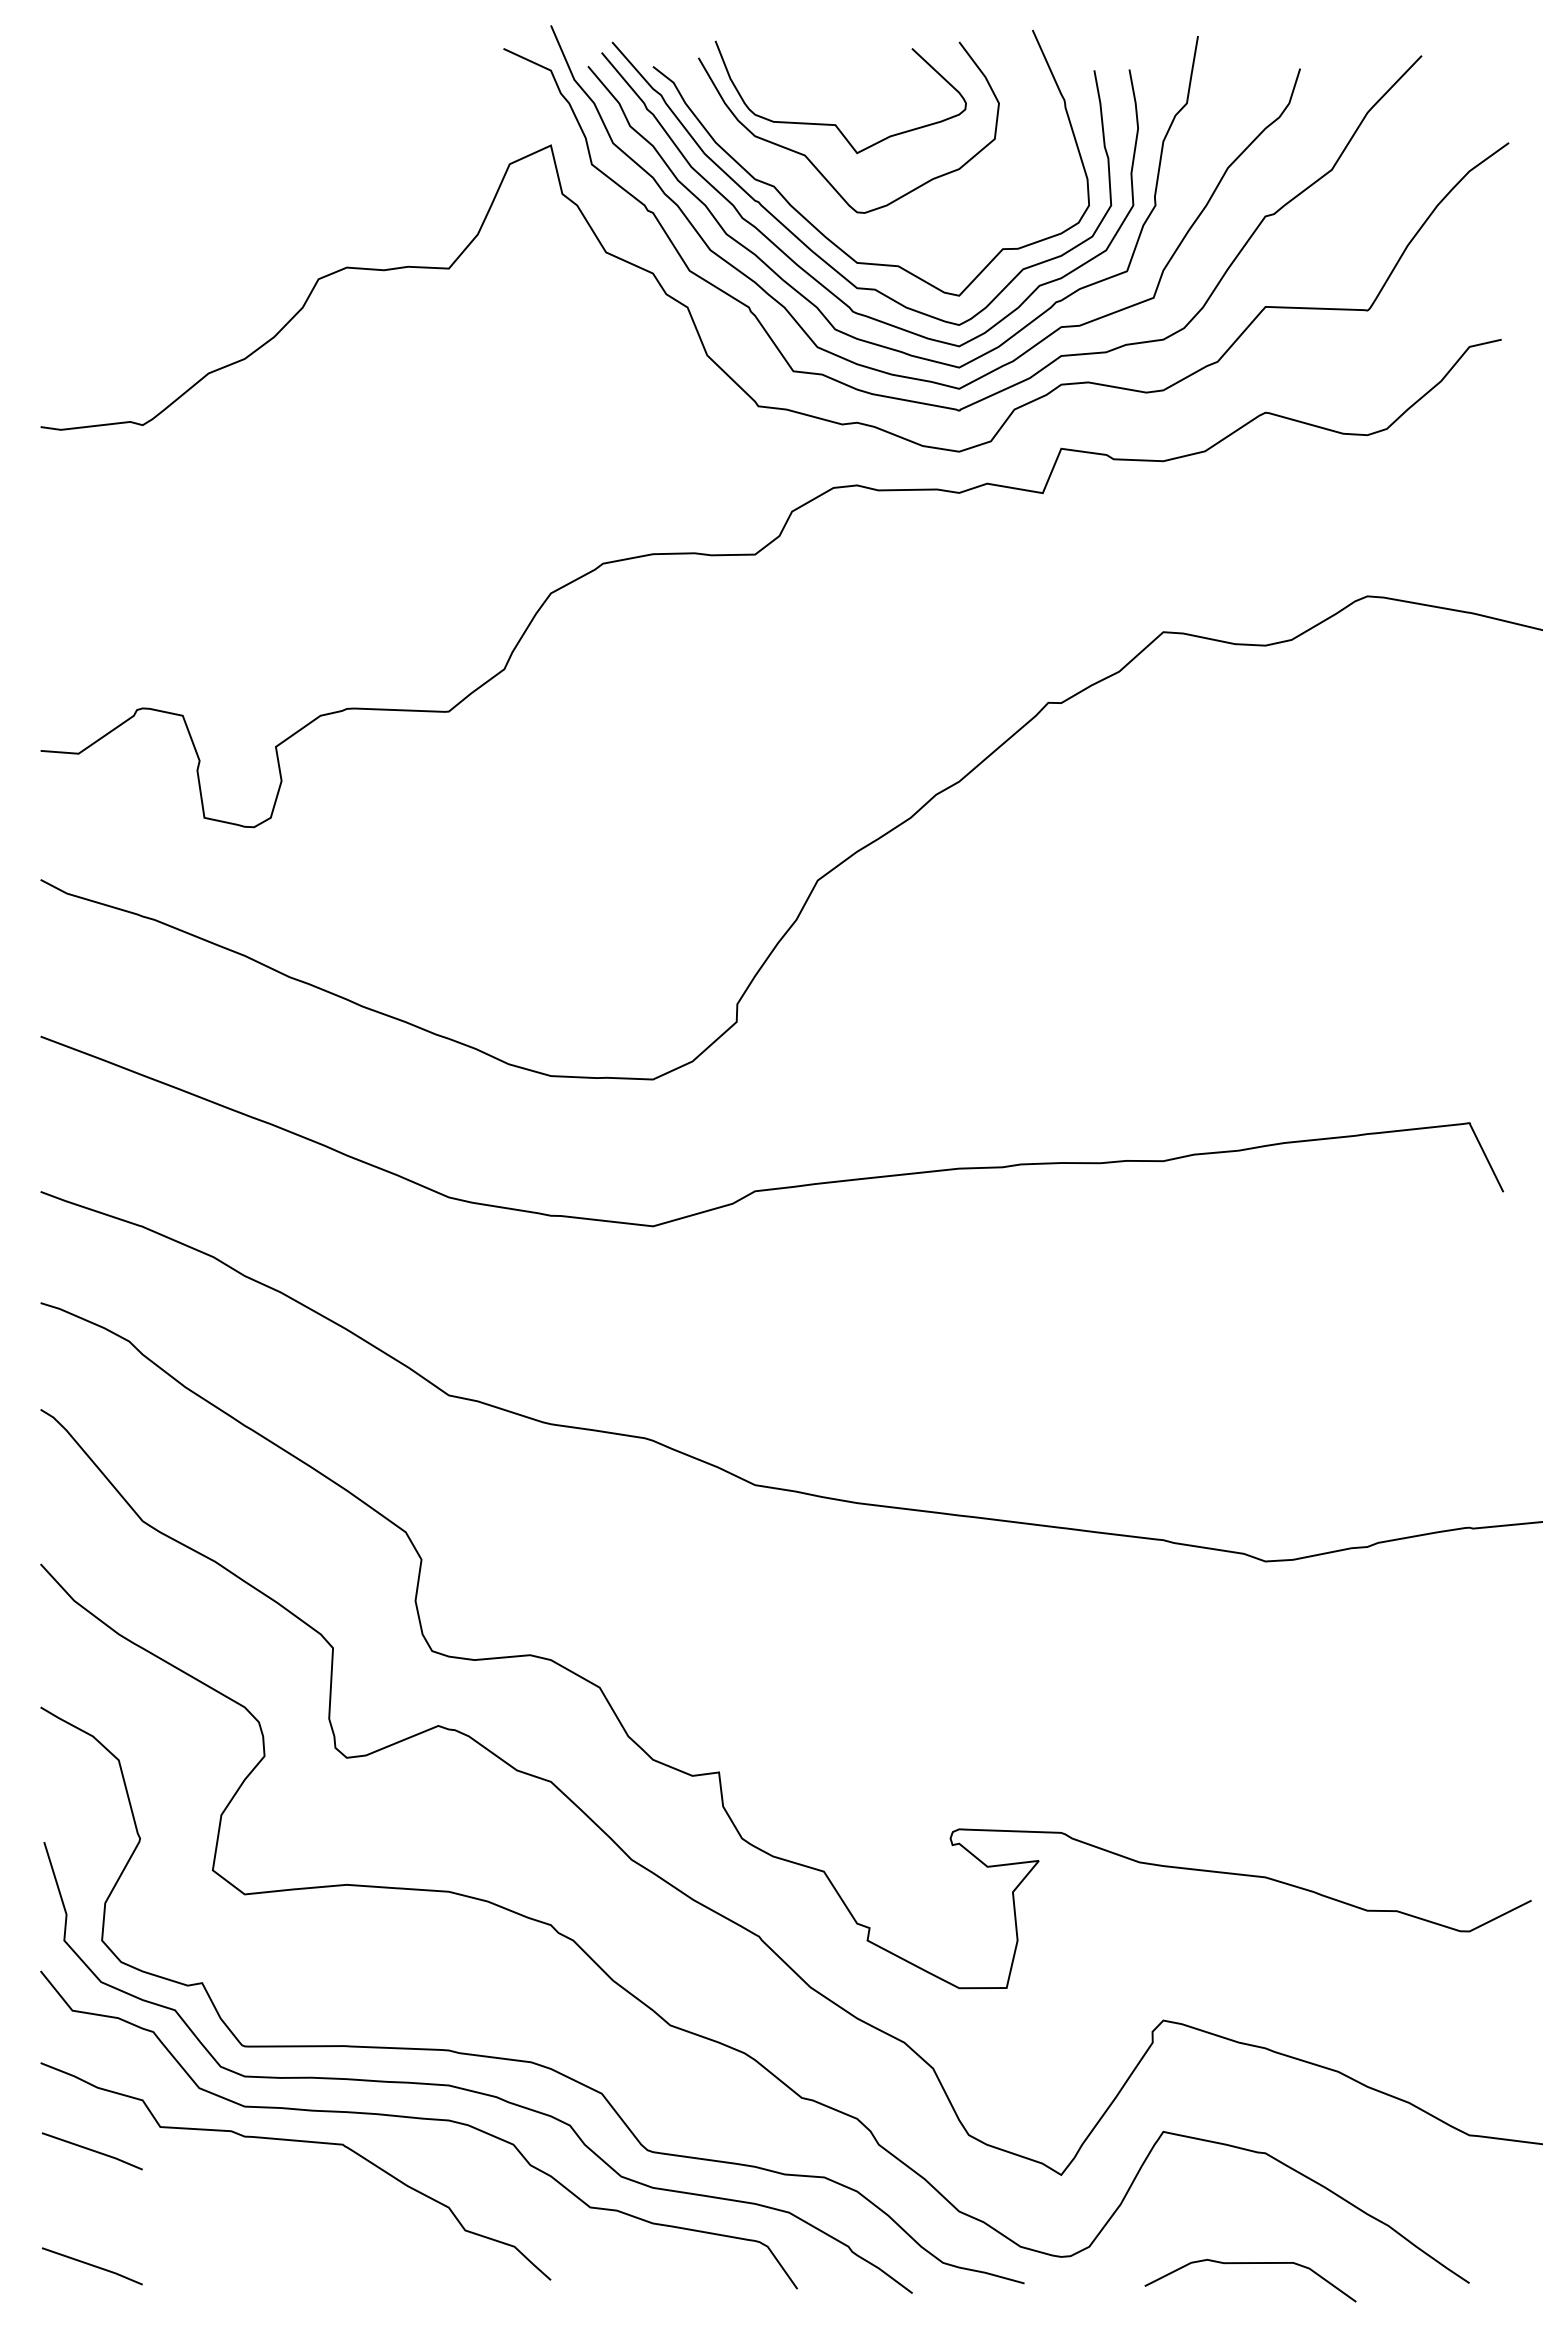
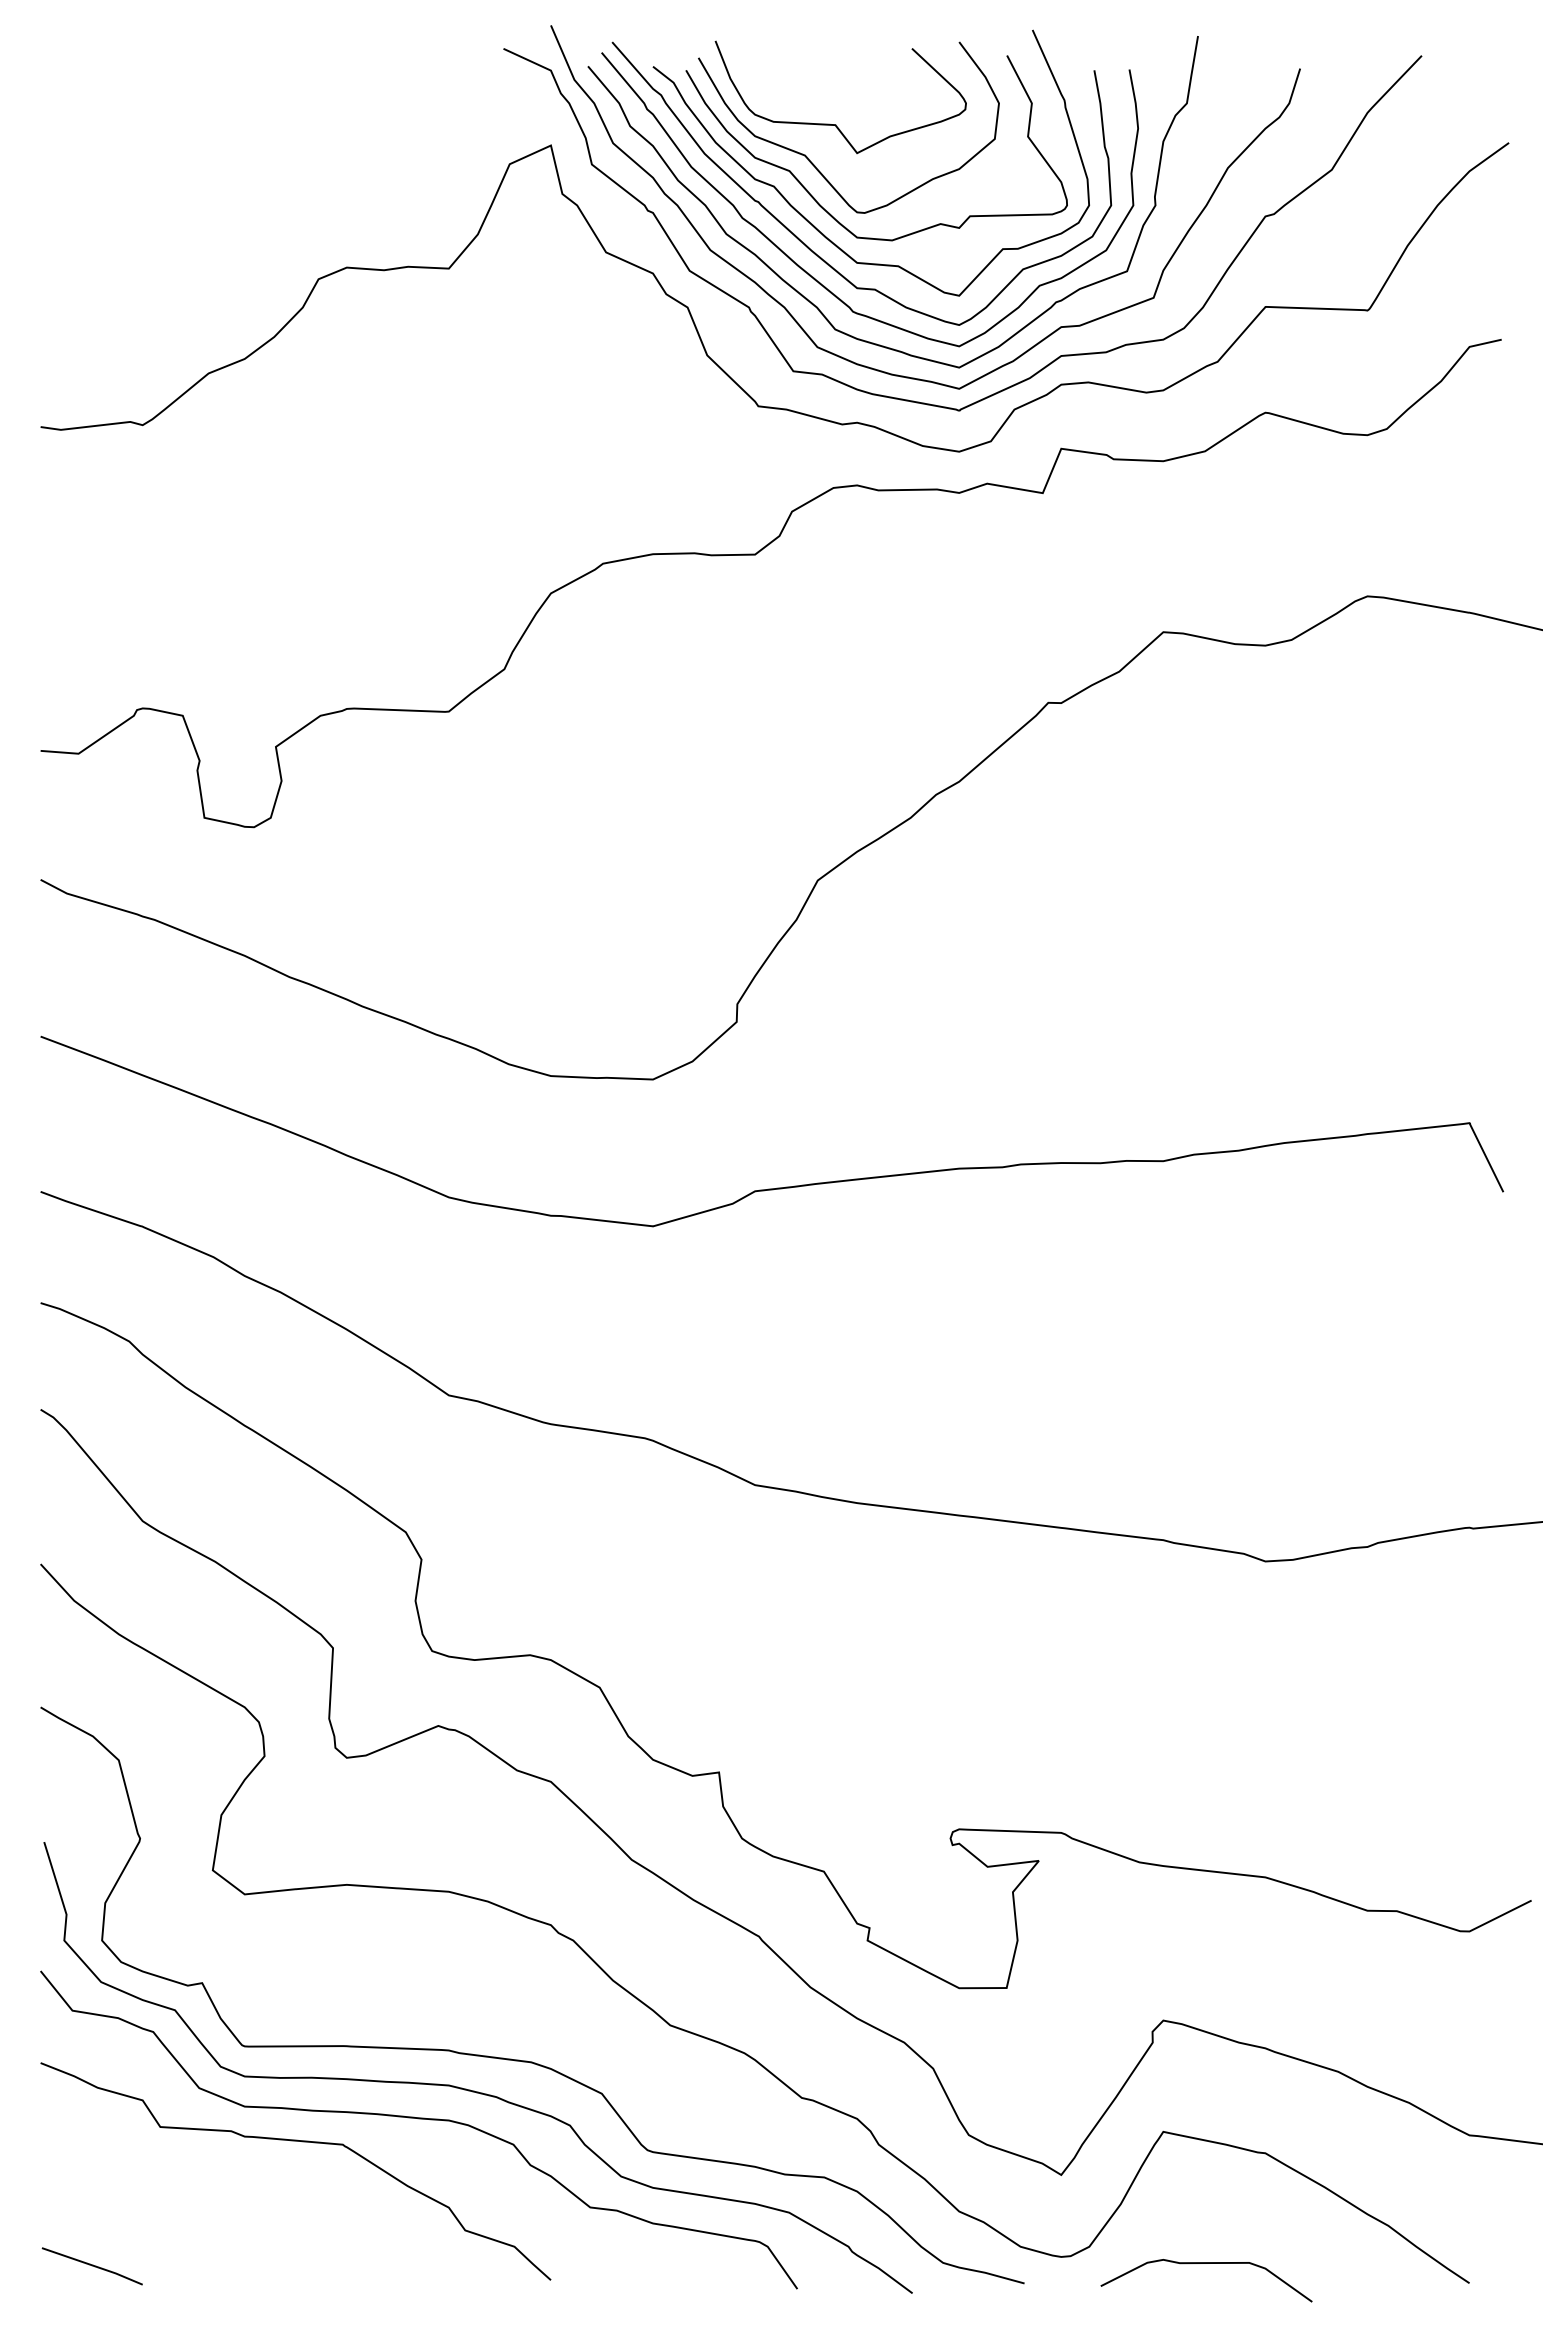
curve at (815, 198): none -> present
line at (91, 2150): present -> none
curve at (1250, 2263) position: (1250, 2263) -> (1206, 2263)
